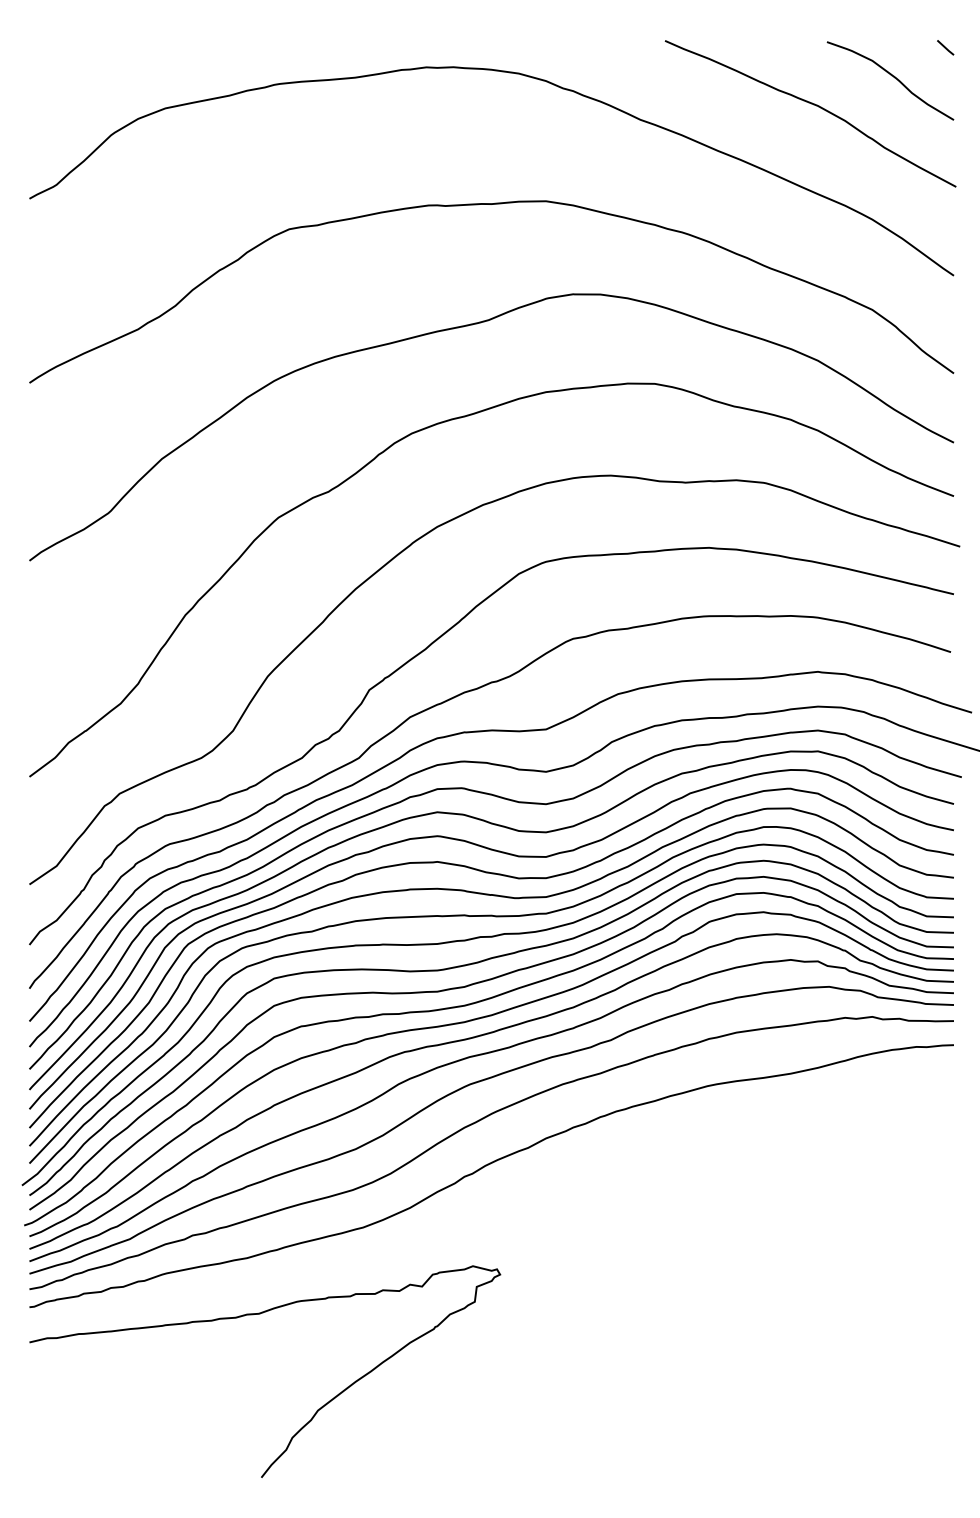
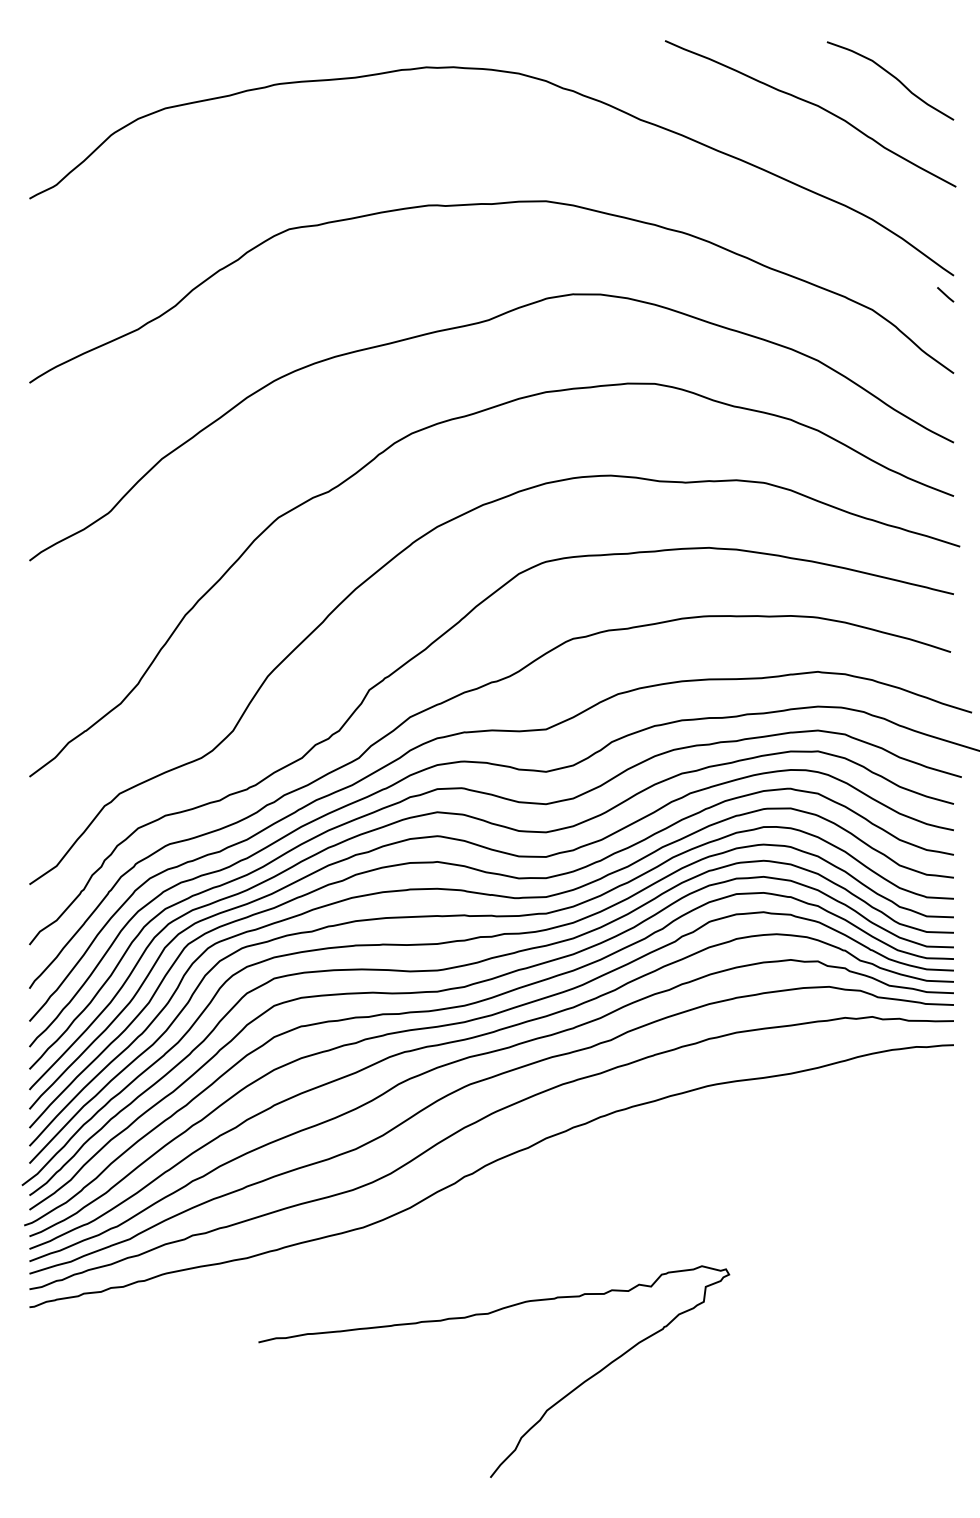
line at (945, 47) position: (945, 47) -> (945, 294)
curve at (260, 1314) position: (260, 1314) -> (489, 1314)
